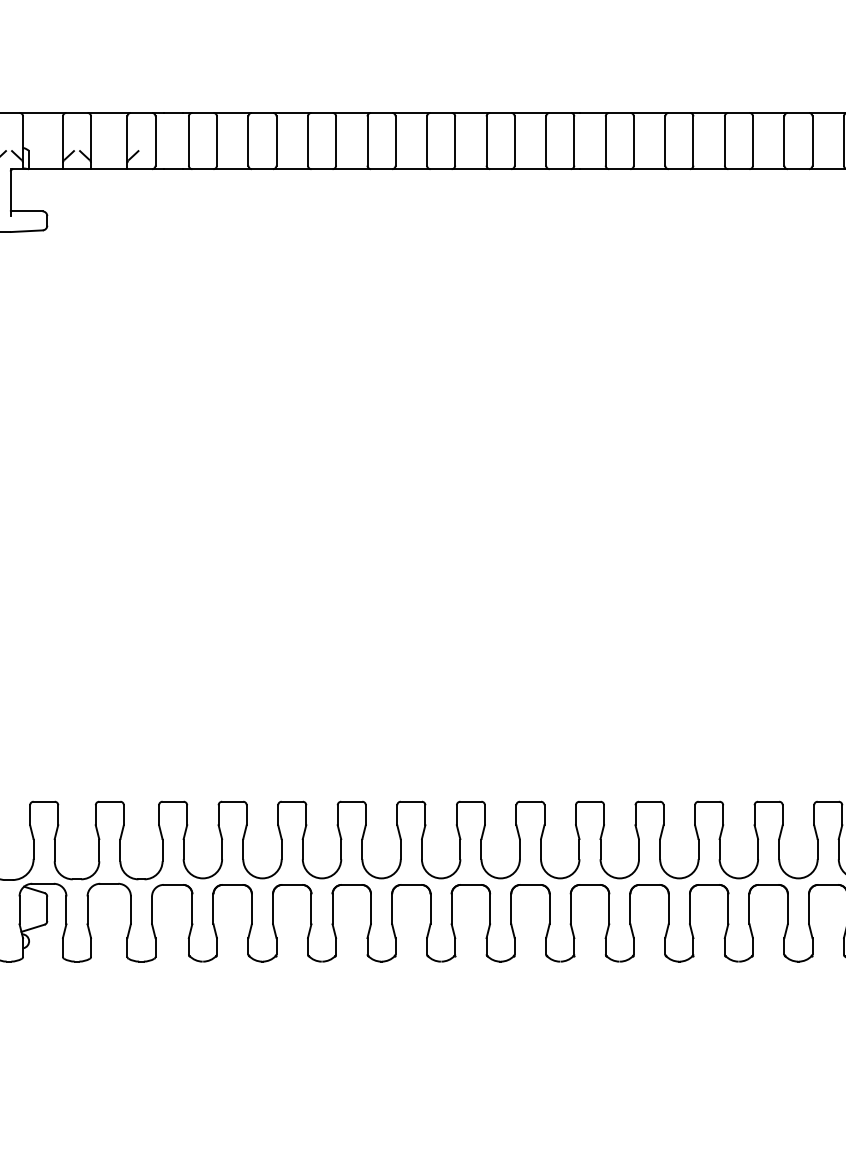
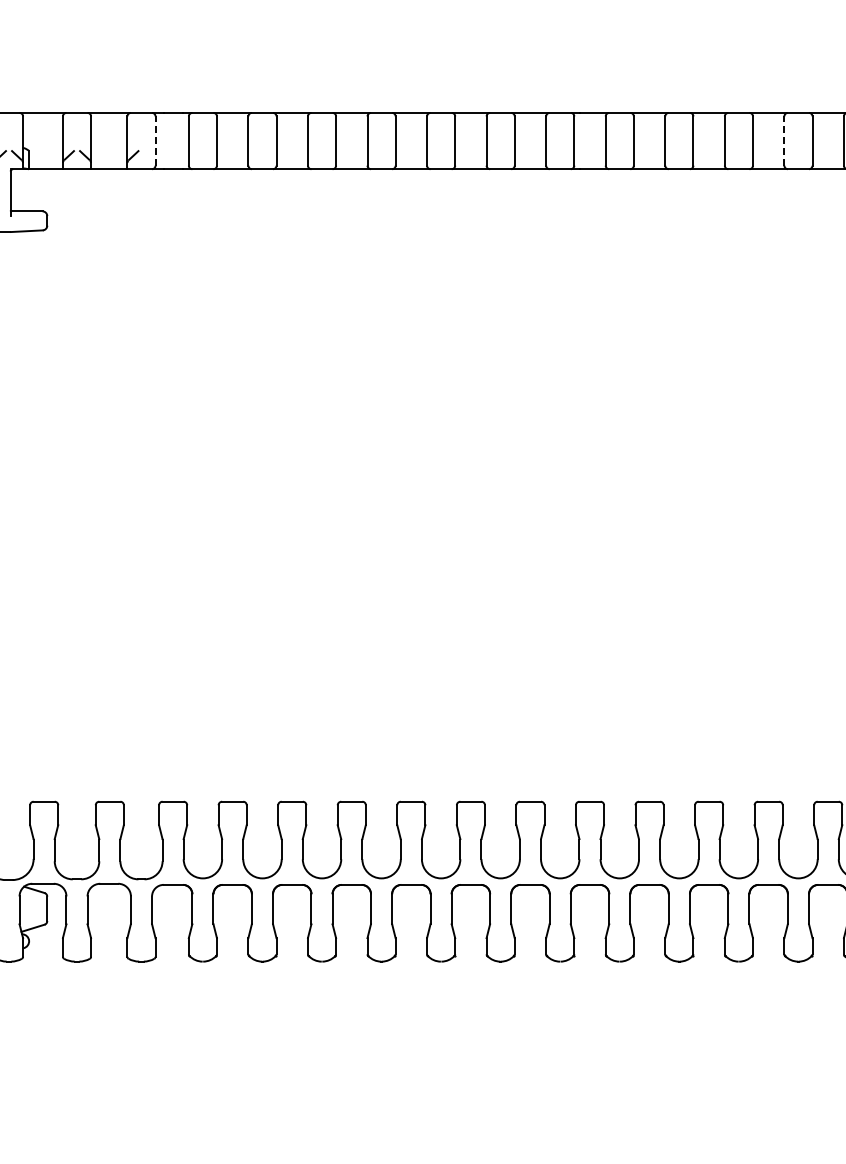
line at (155, 141): solid -> dashed
line at (784, 141): solid -> dashed
